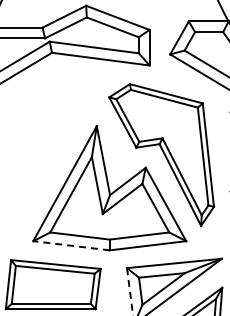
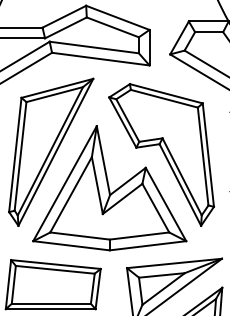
part at (51, 151): none -> present
line at (71, 245): dashed -> solid
line at (130, 291): dashed -> solid
